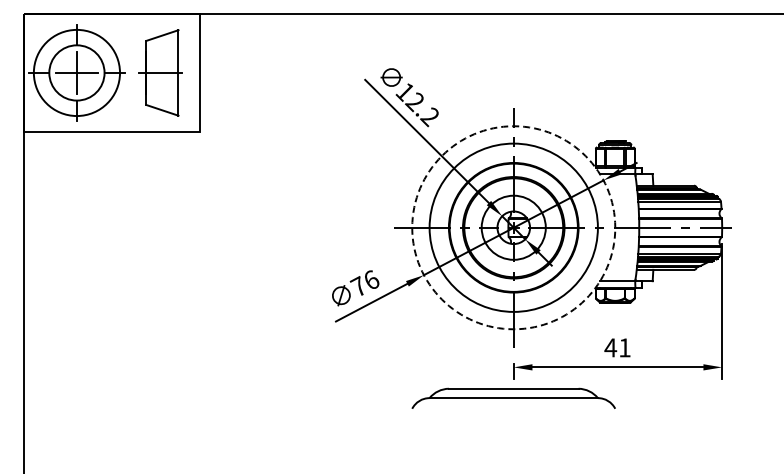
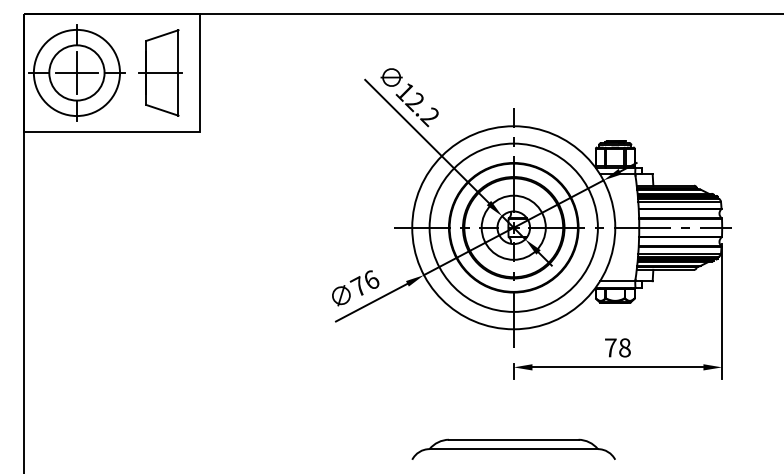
circle at (513, 227): dashed -> solid
text at (617, 347): 41 -> 78
part at (513, 397) position: (513, 397) -> (513, 448)
